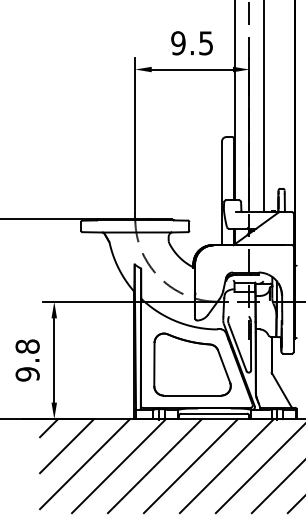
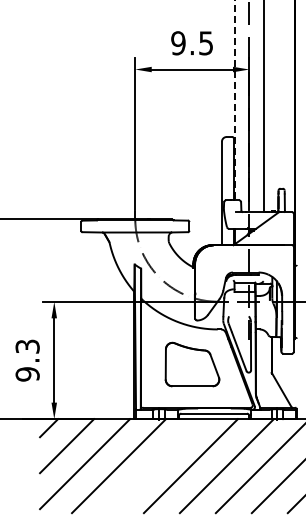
line at (235, 100): solid -> dashed
text at (27, 346): 9.8 -> 9.3
part at (192, 364) size: 79x65 px -> 57x47 px
line at (154, 466): present -> none
